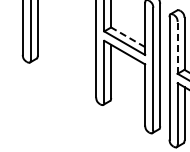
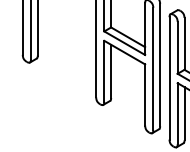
line at (128, 37): dashed -> solid
line at (177, 47): dashed -> solid
